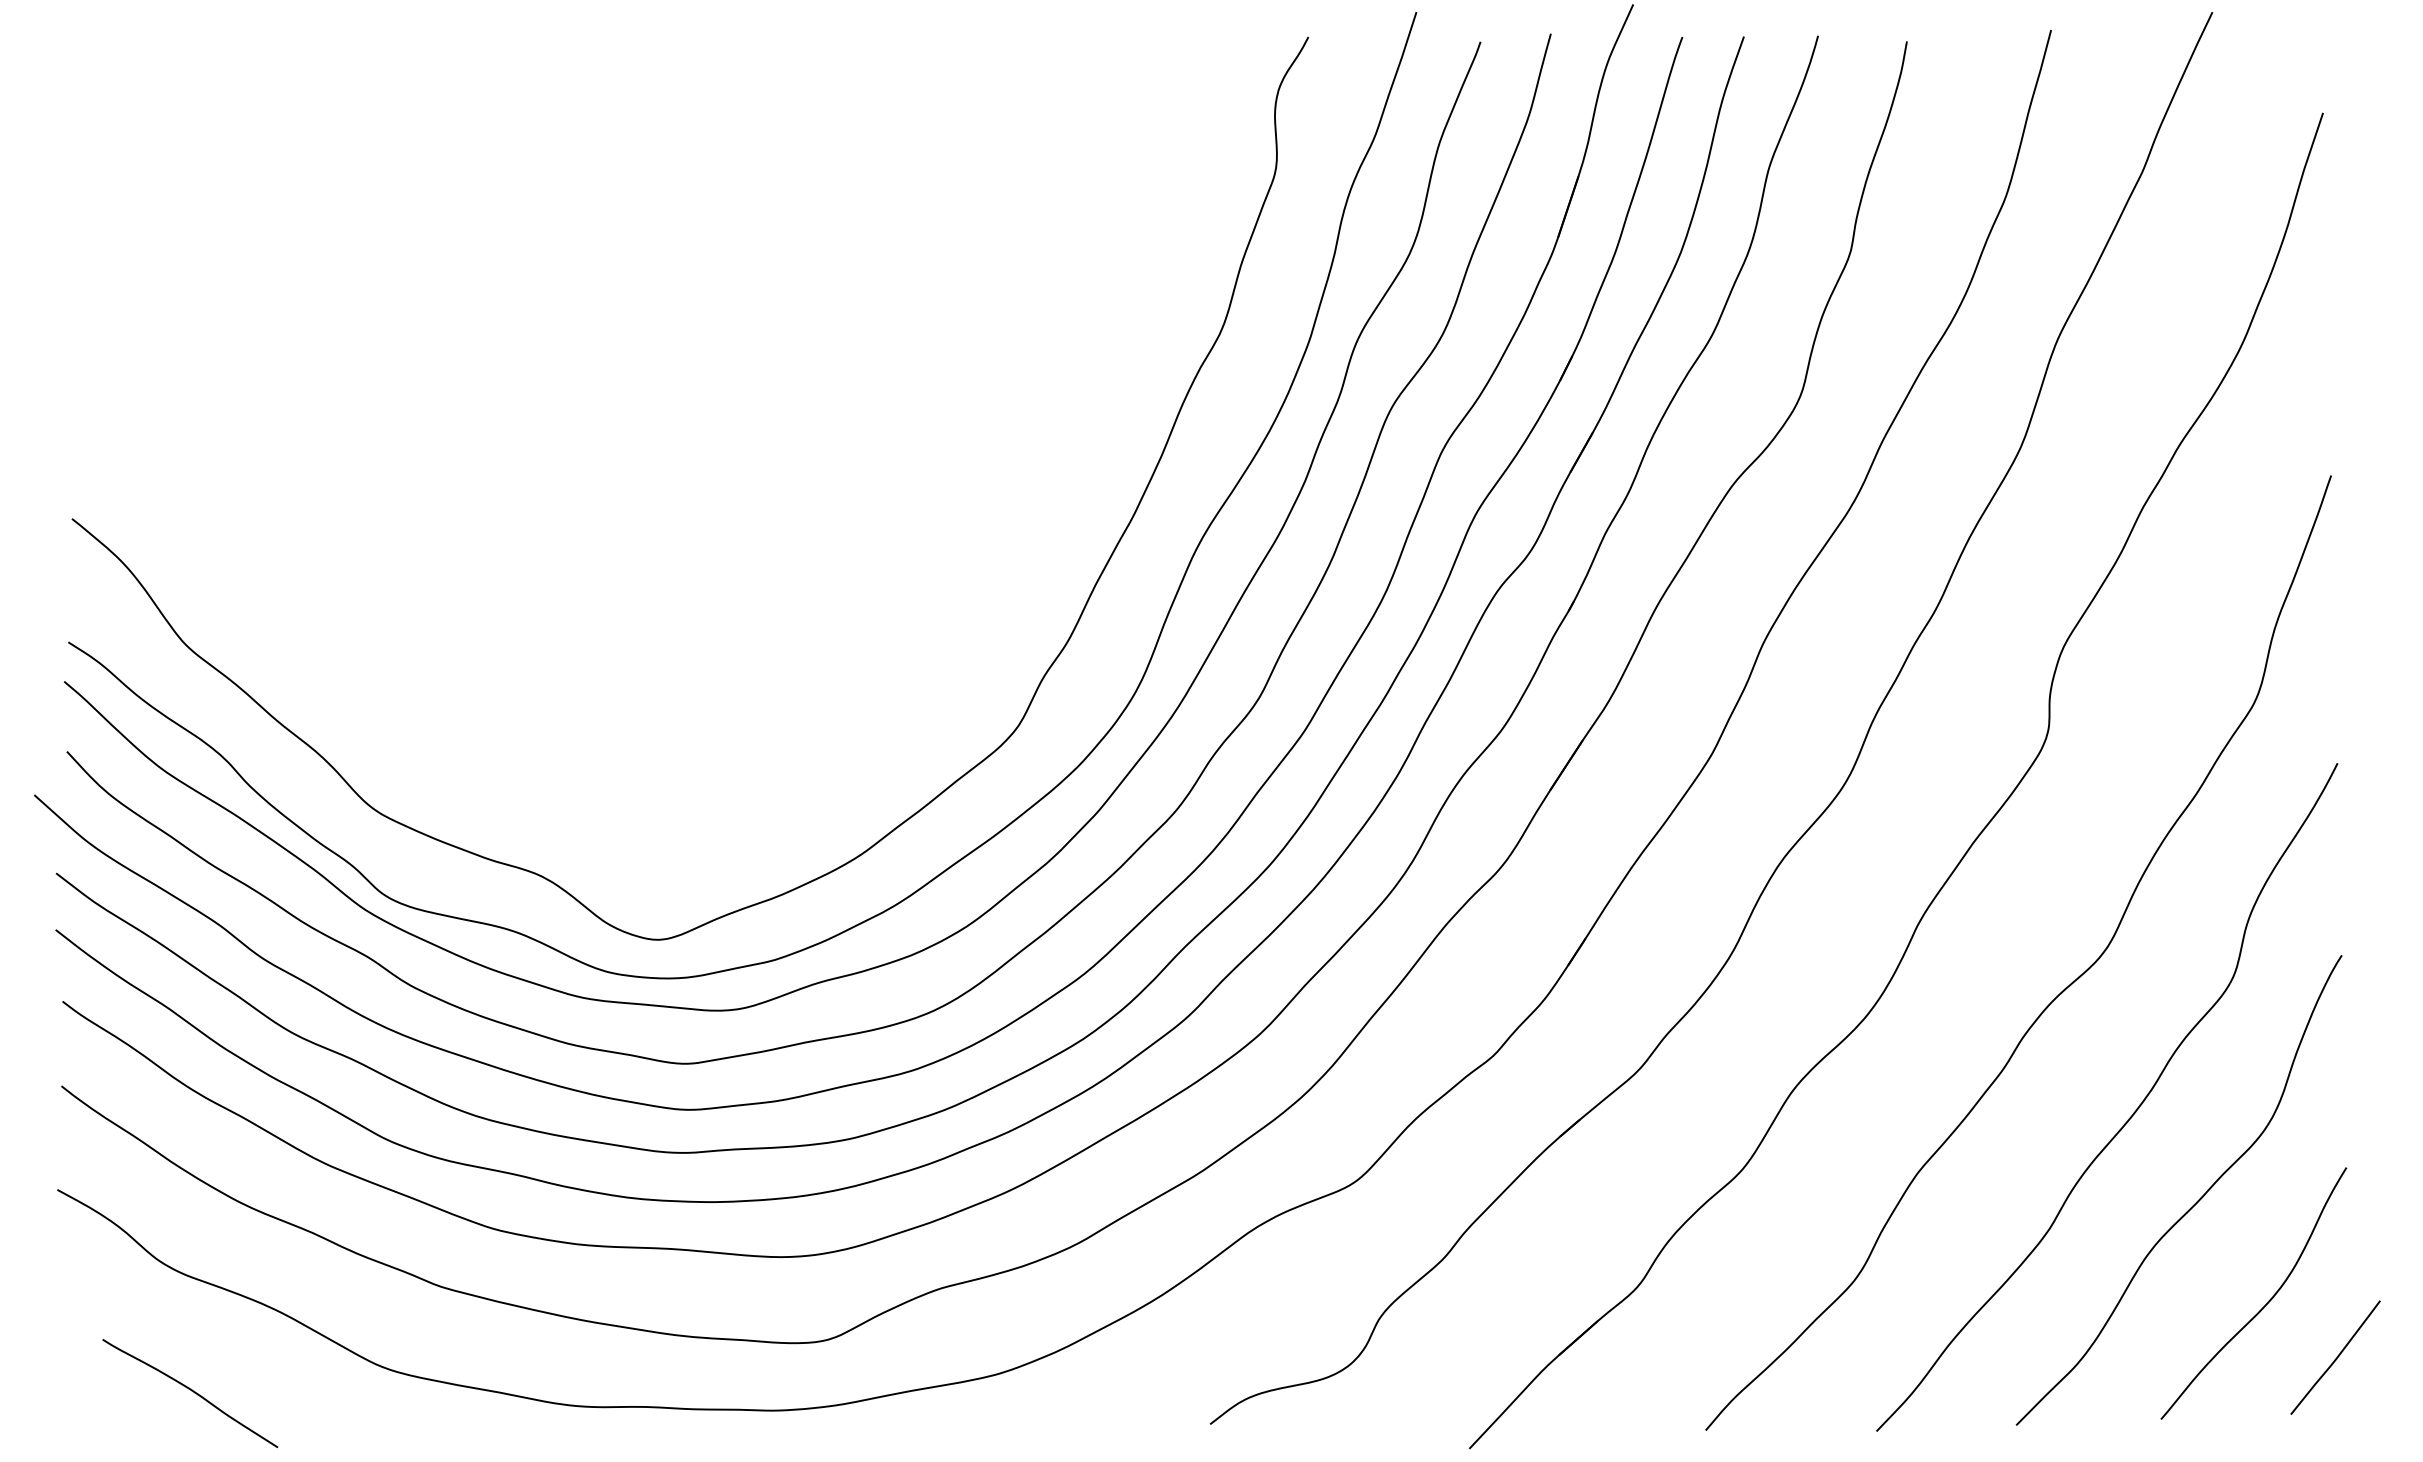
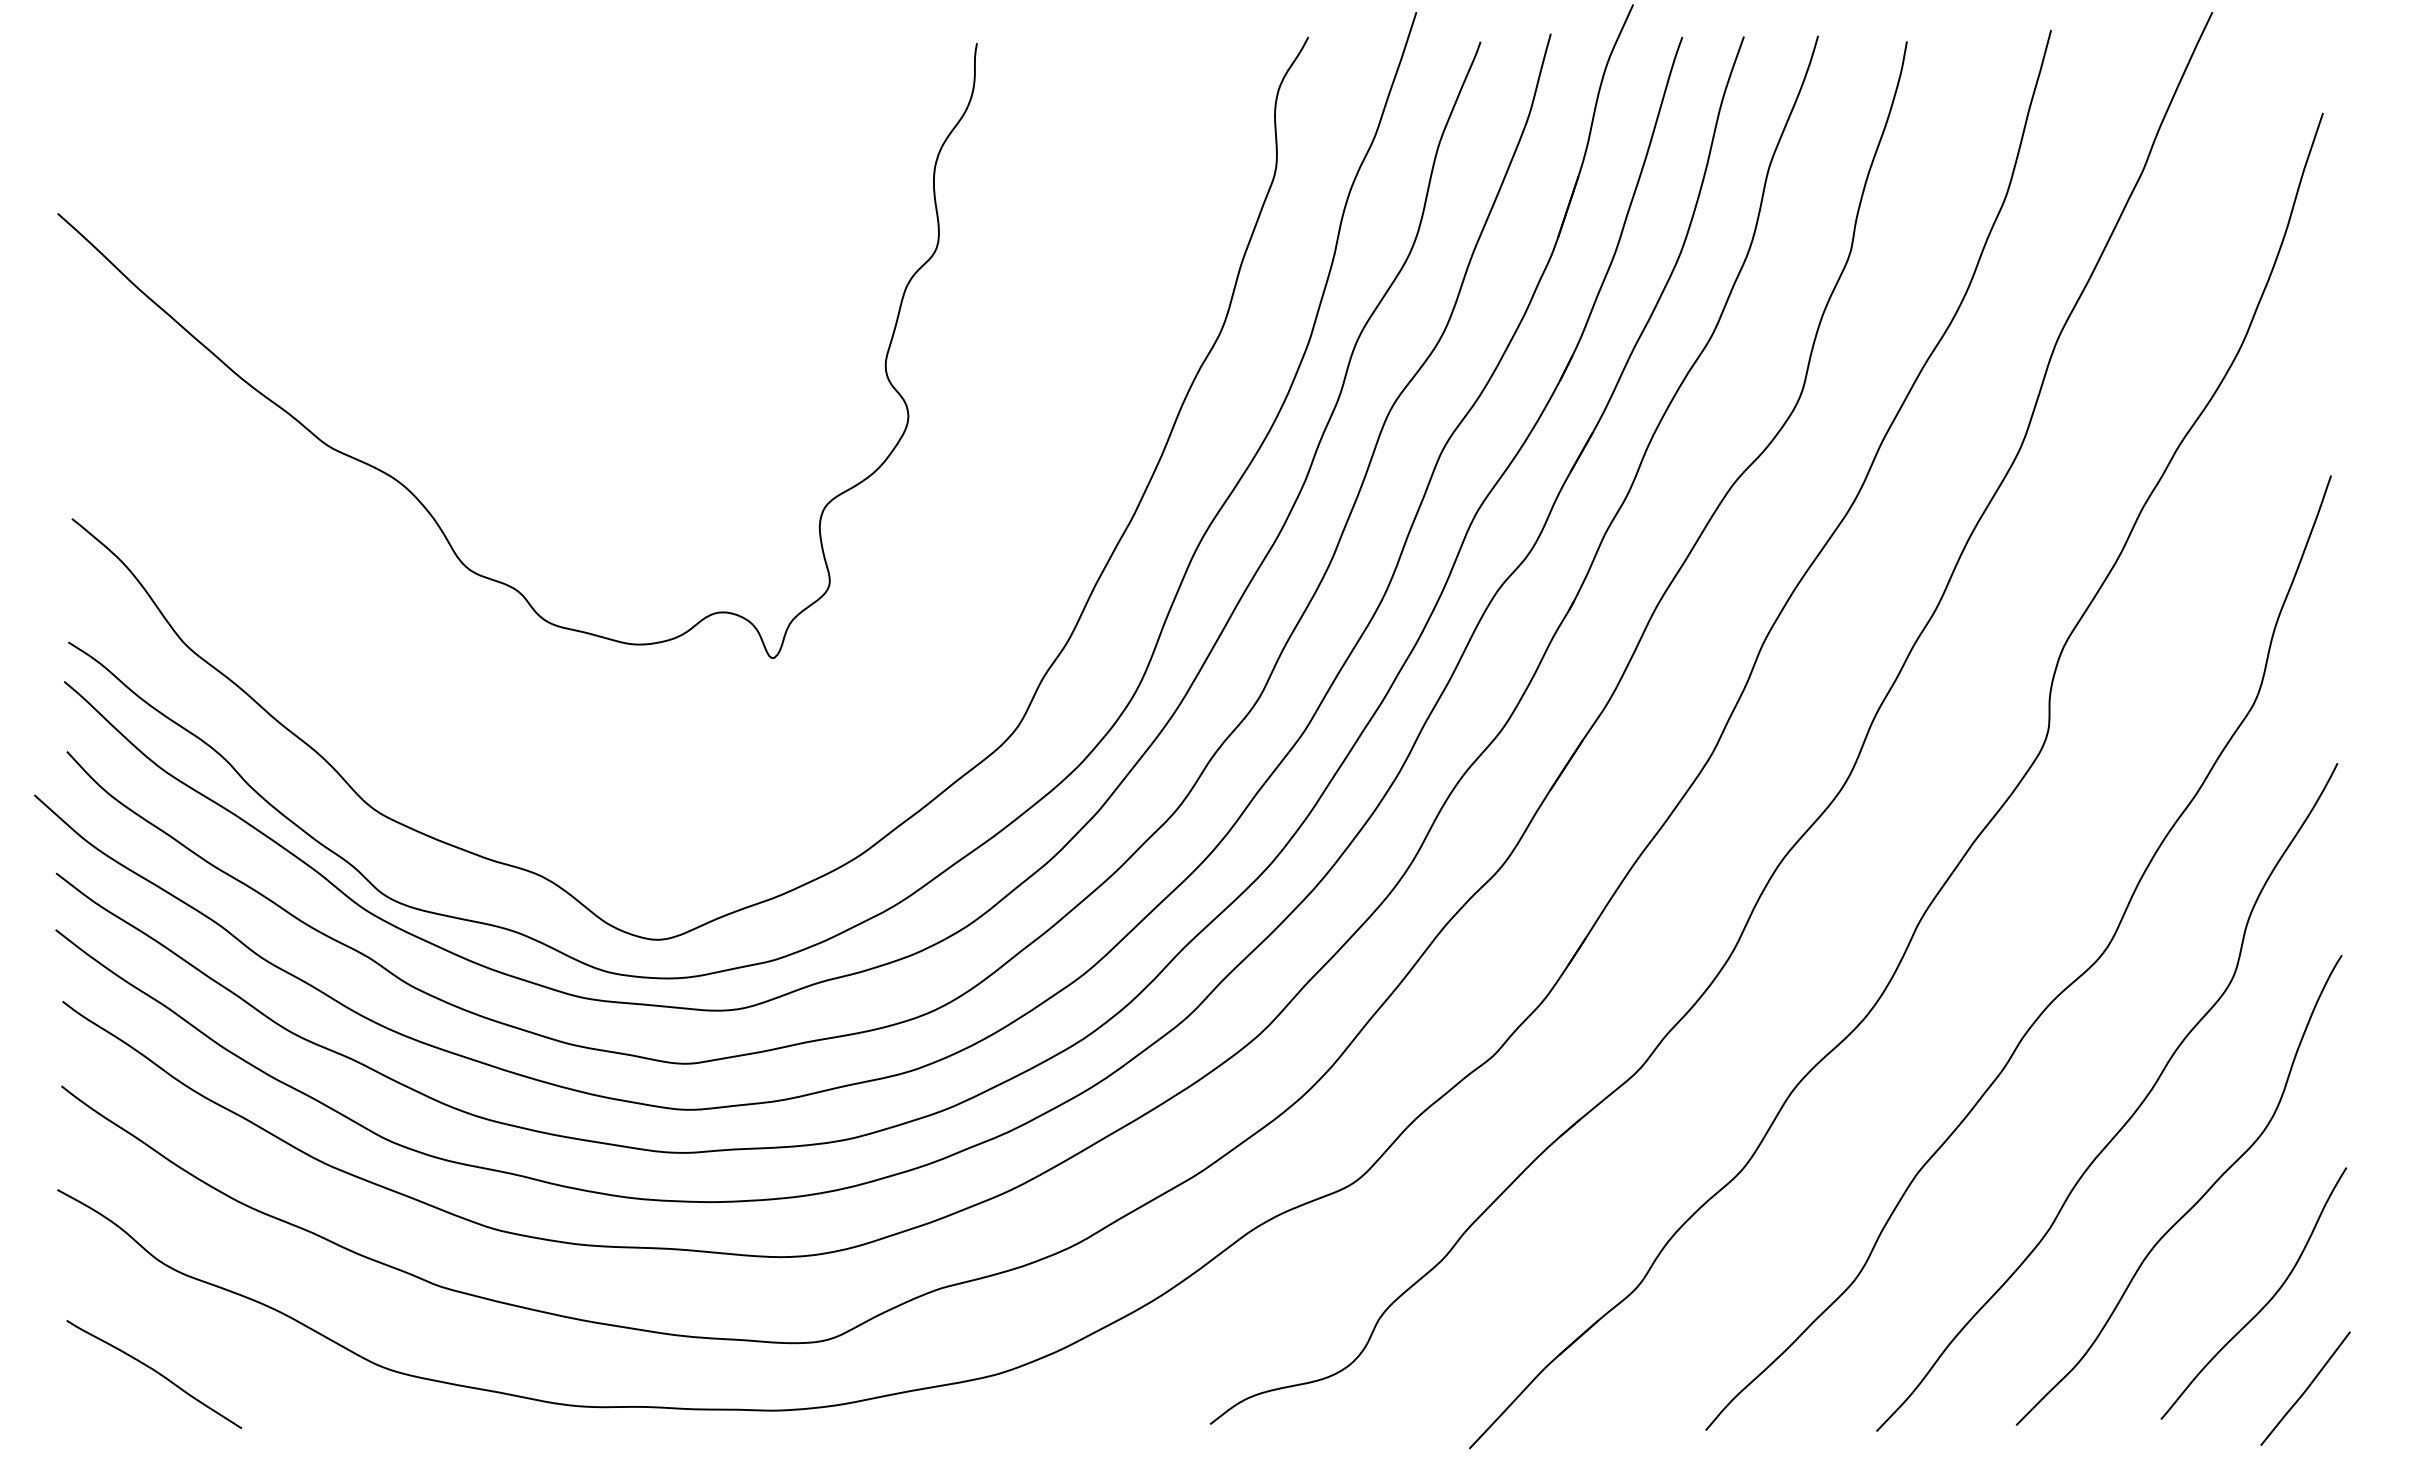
curve at (406, 486): none -> present
curve at (2336, 1357) position: (2336, 1357) -> (2306, 1388)
curve at (191, 1391) position: (191, 1391) -> (155, 1372)
